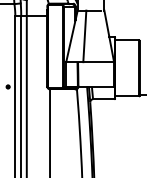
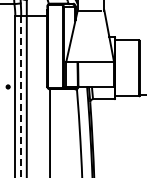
line at (84, 36): present -> none
line at (21, 96): solid -> dashed
